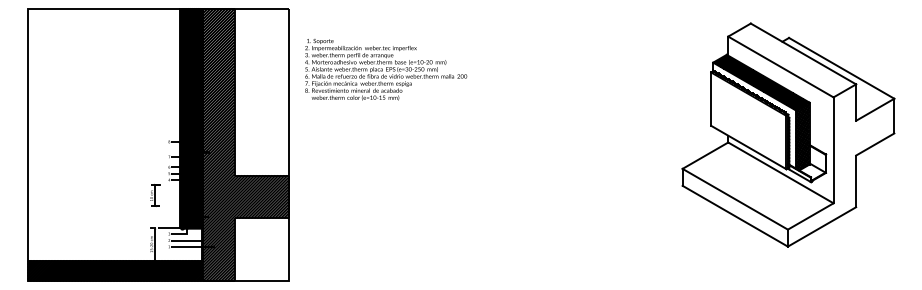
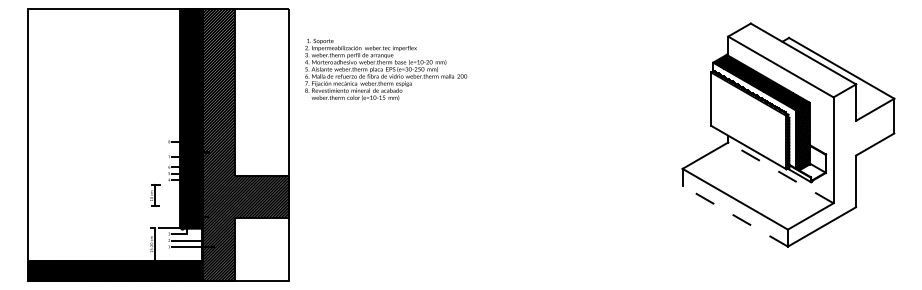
line at (780, 172): solid -> dashed
line at (735, 216): solid -> dashed
